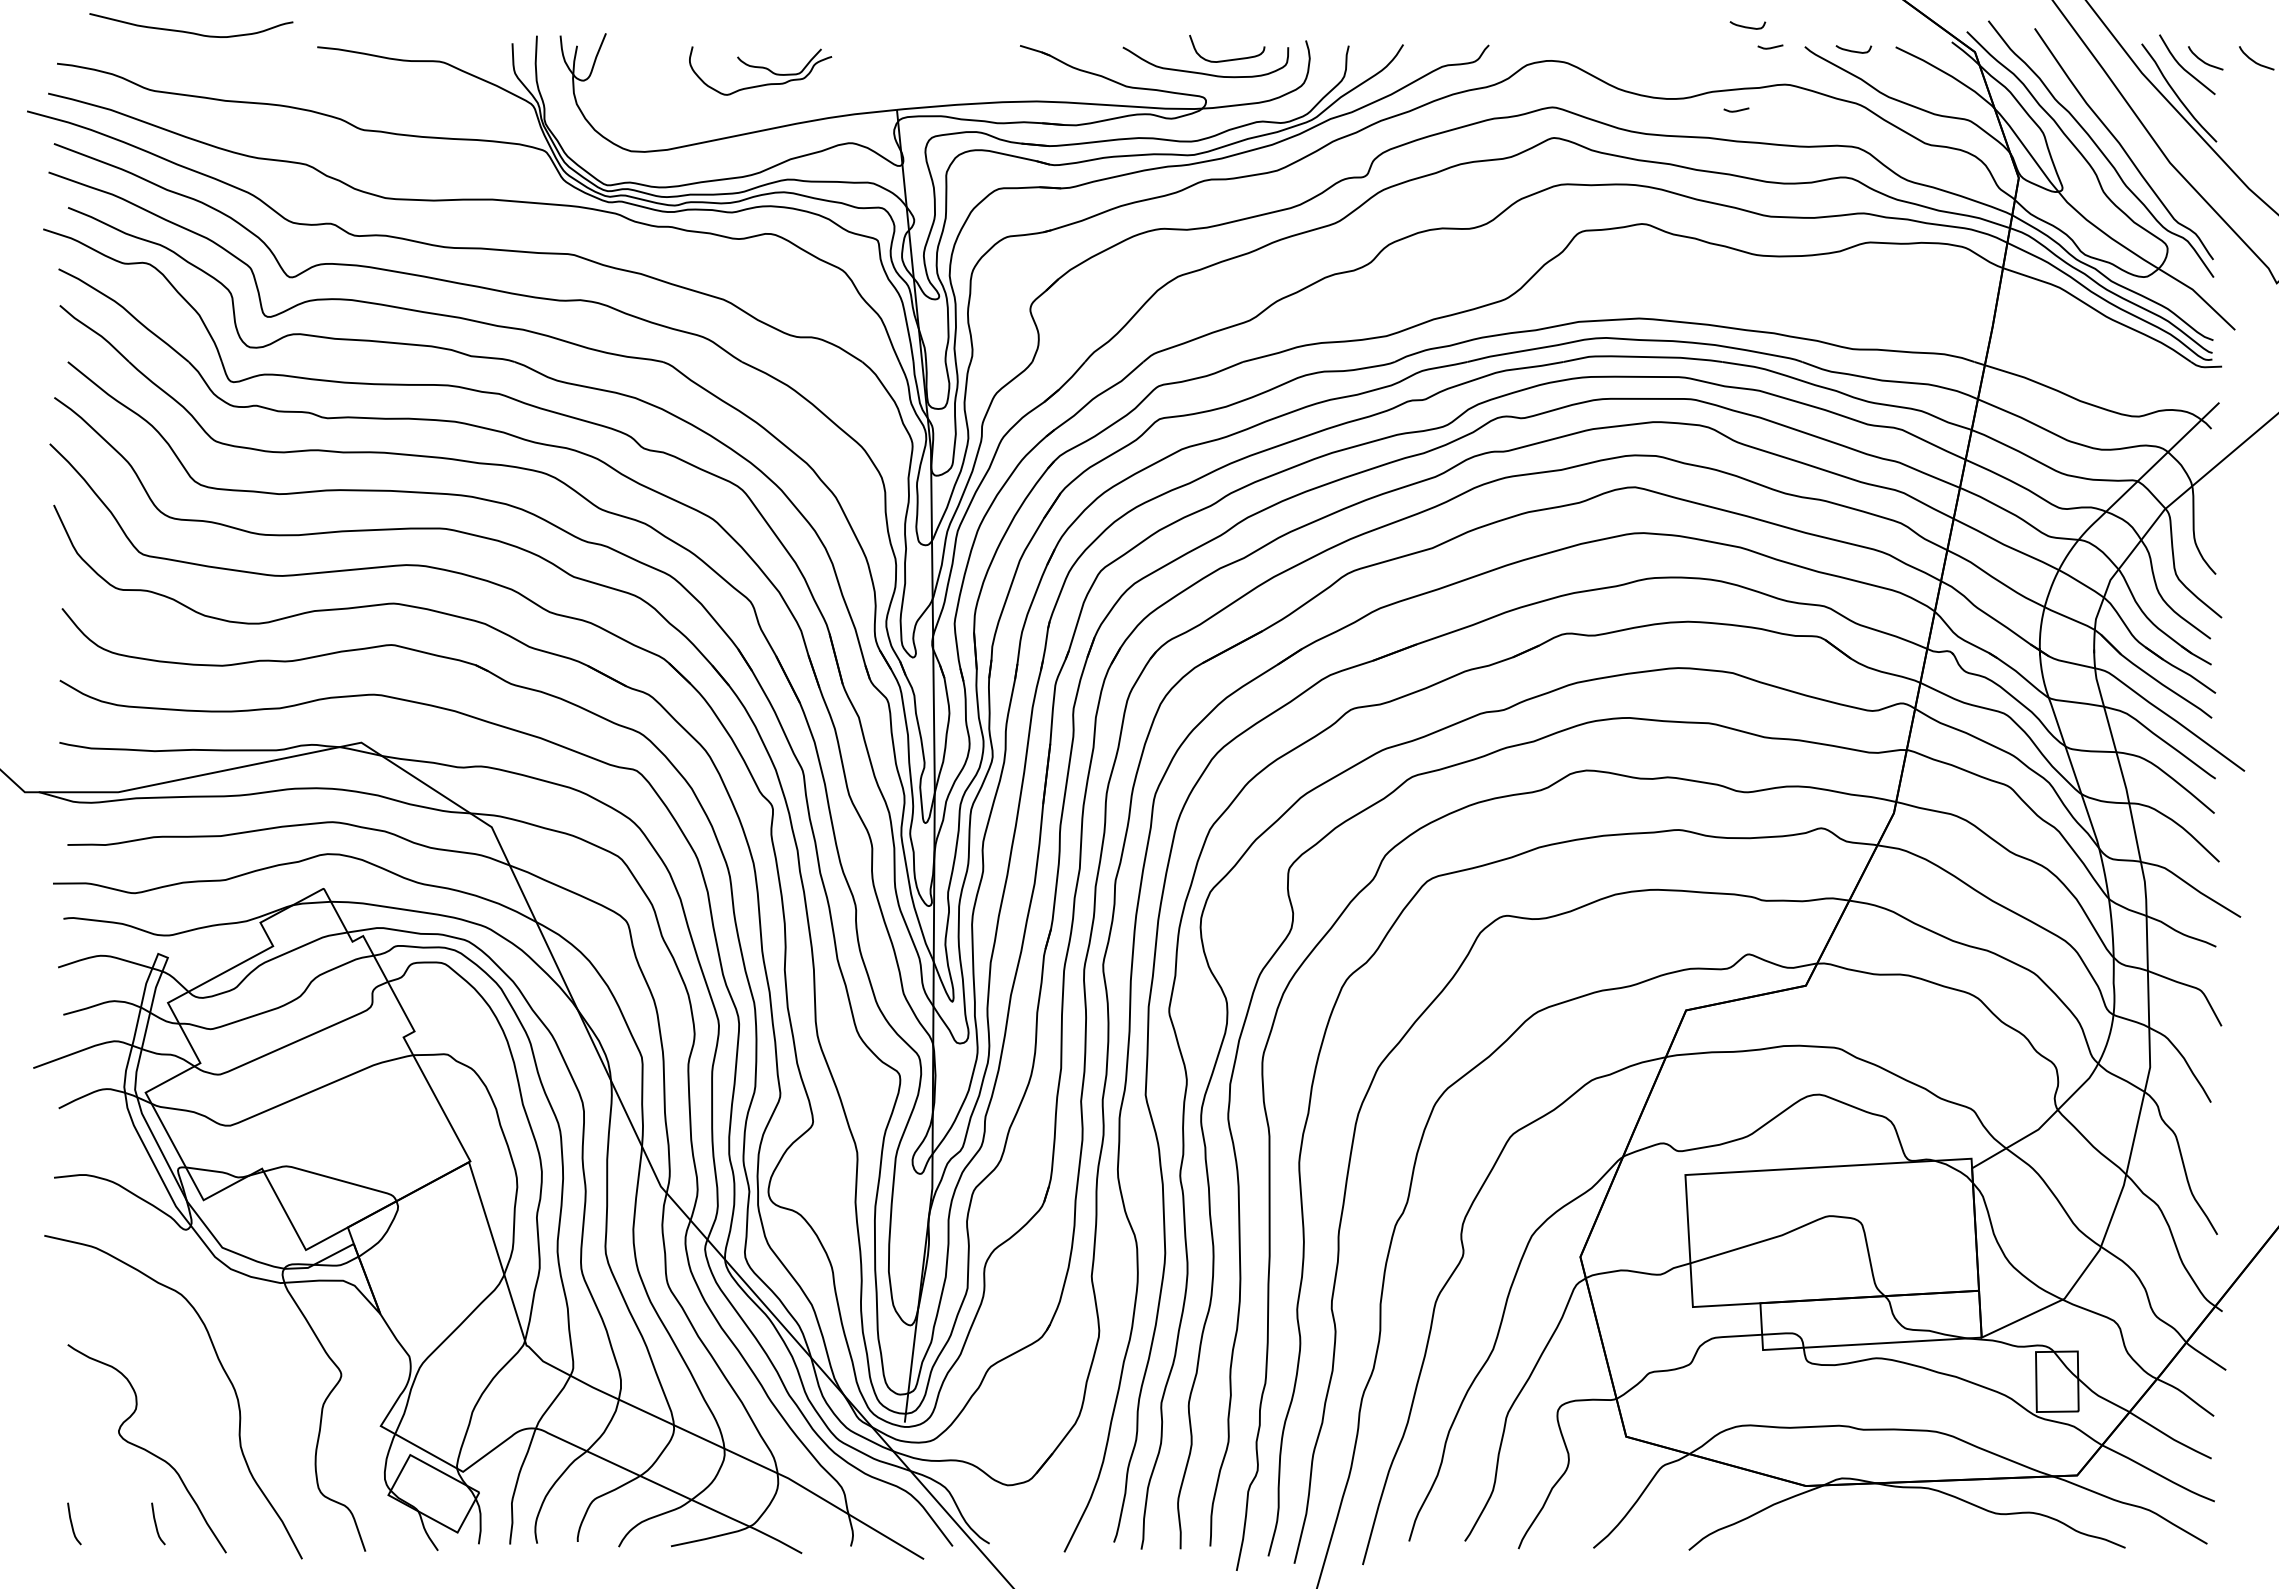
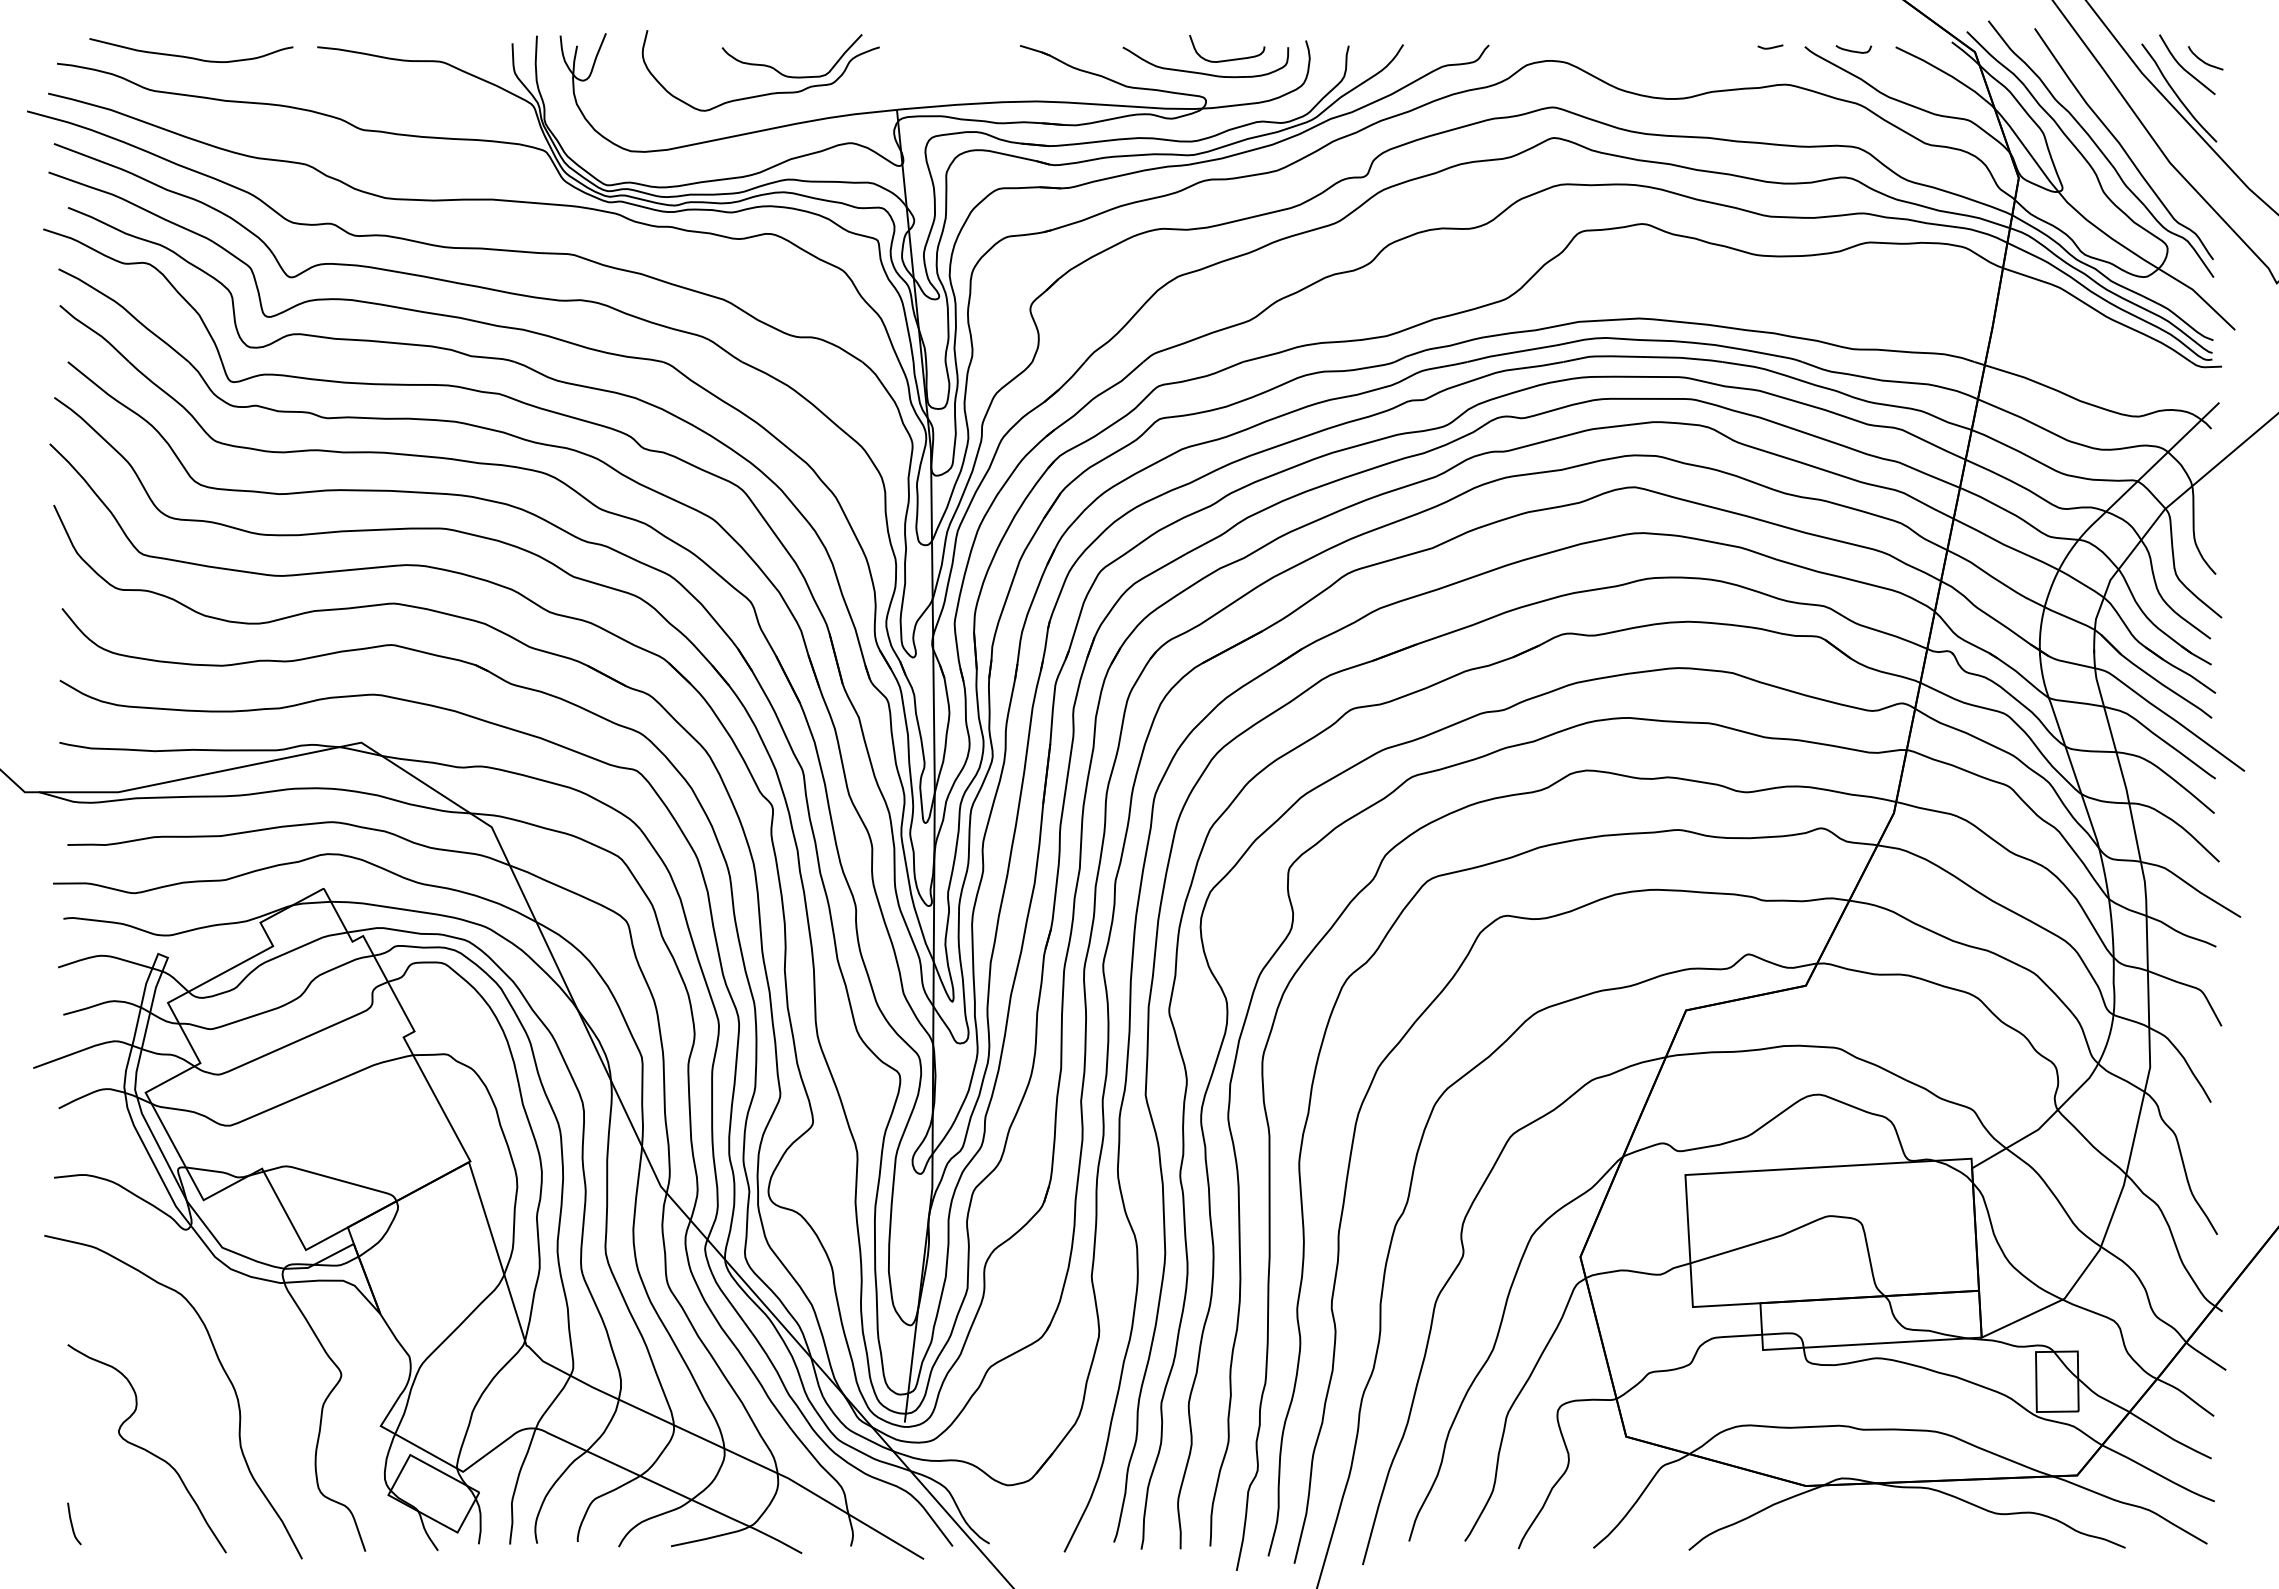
curve at (1747, 26): present -> none
curve at (189, 31) position: (189, 31) -> (189, 56)
curve at (2254, 60): present -> none
part at (760, 70) size: 144x50 px -> 239x82 px
line at (1736, 110): present -> none
curve at (156, 1523): present -> none
